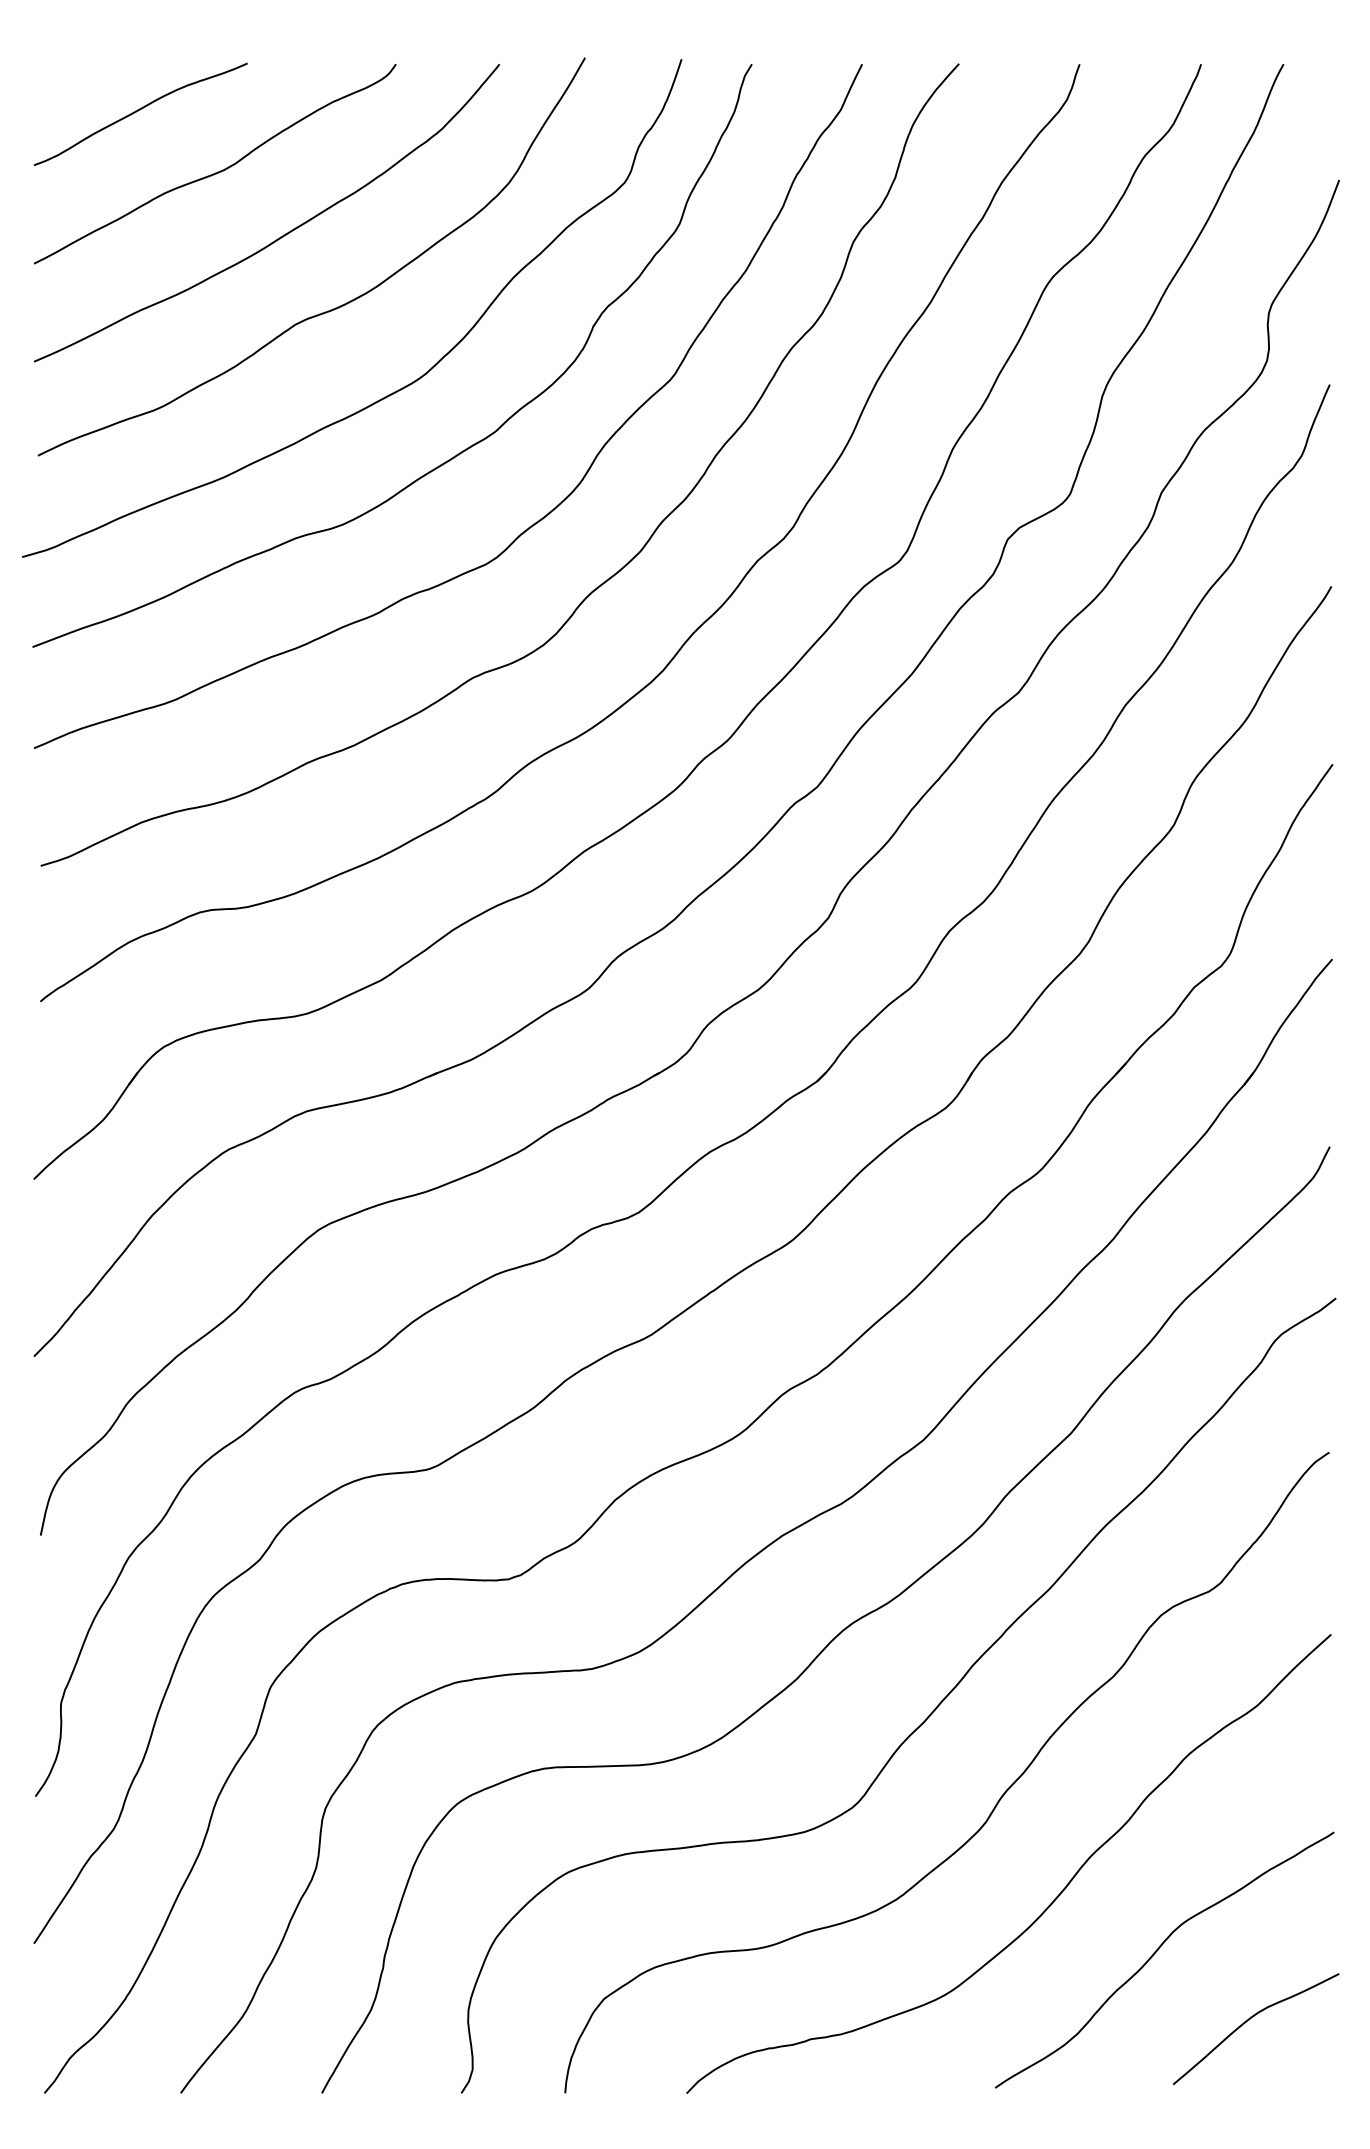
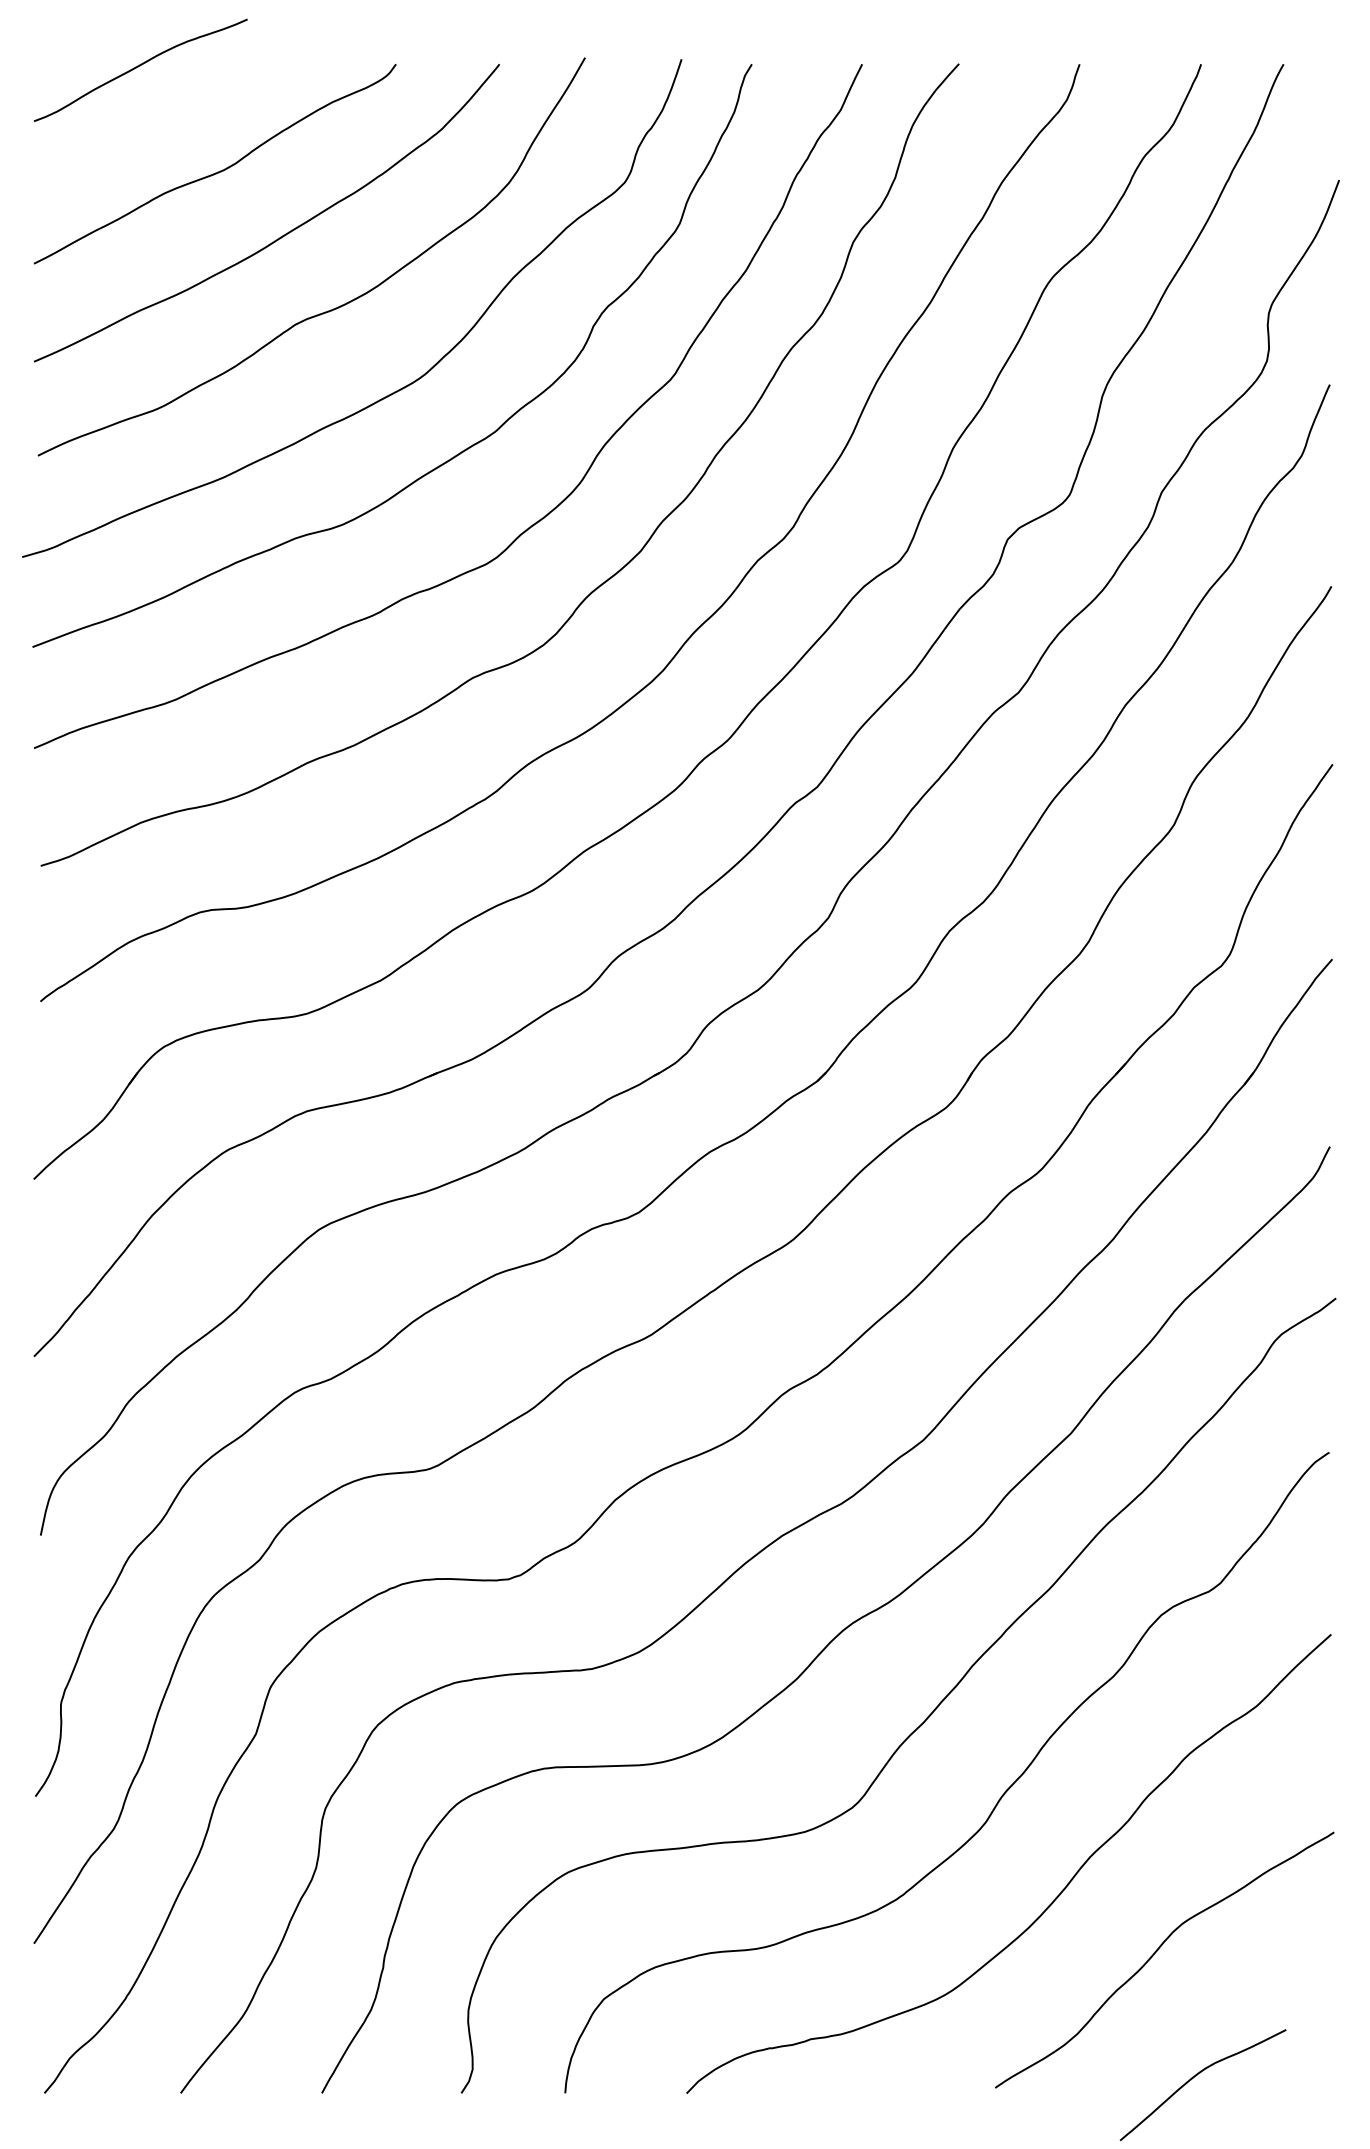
curve at (138, 111) position: (138, 111) -> (138, 67)
curve at (1249, 2020) position: (1249, 2020) -> (1196, 2076)
